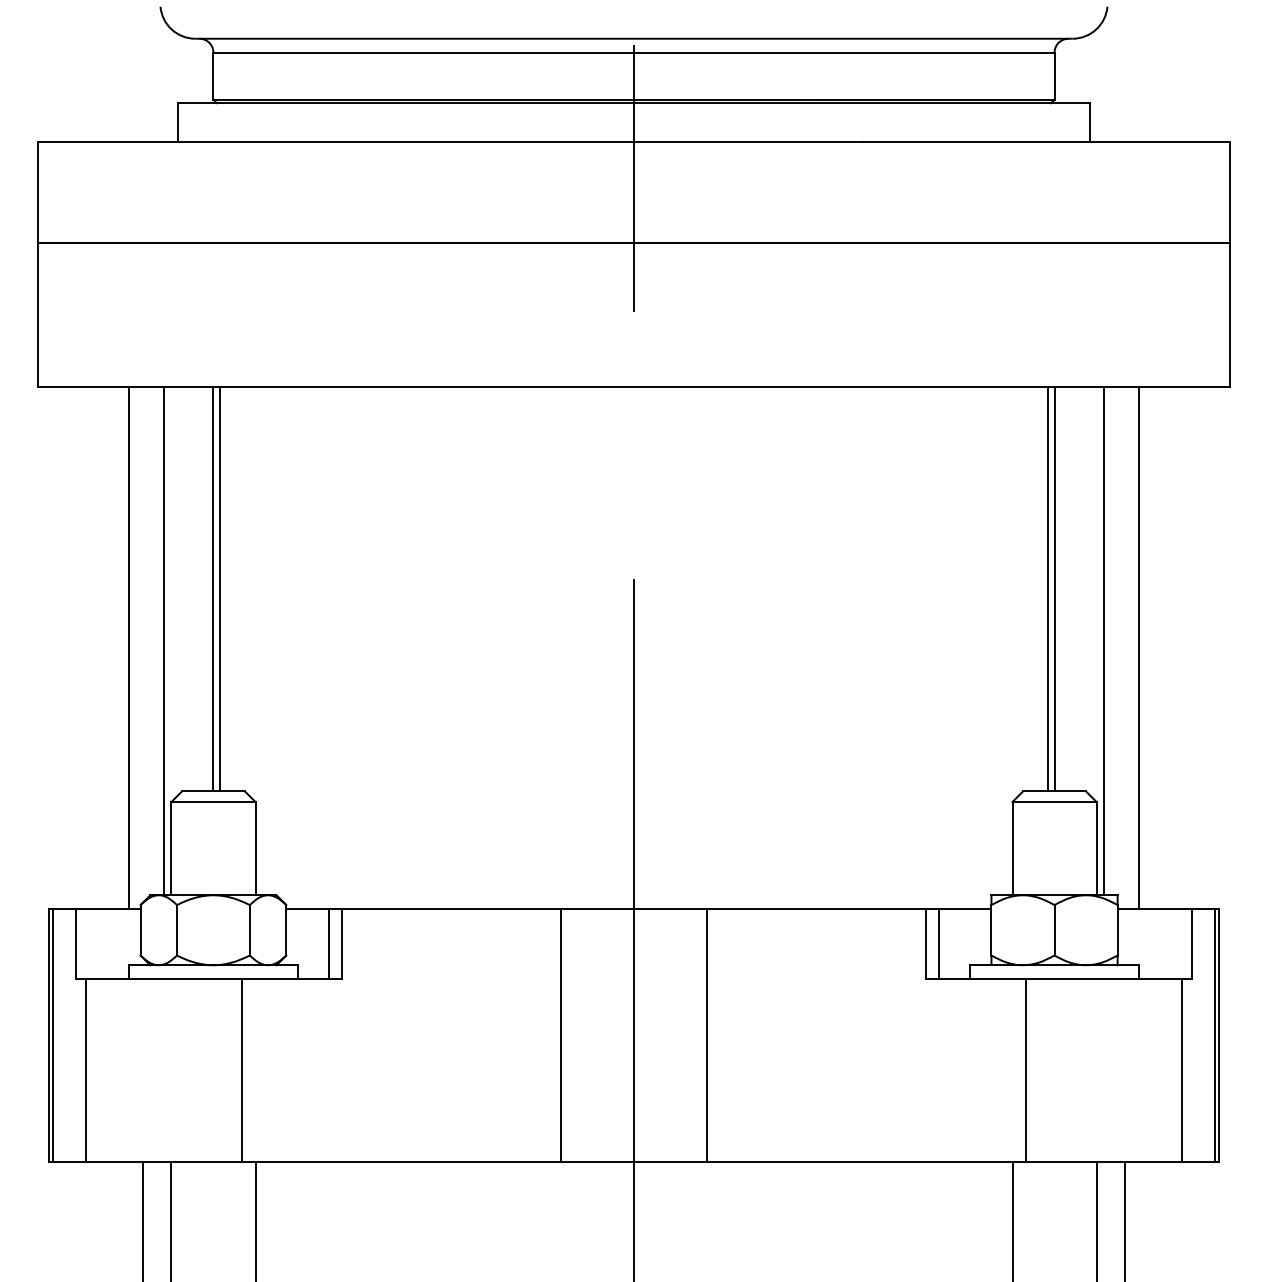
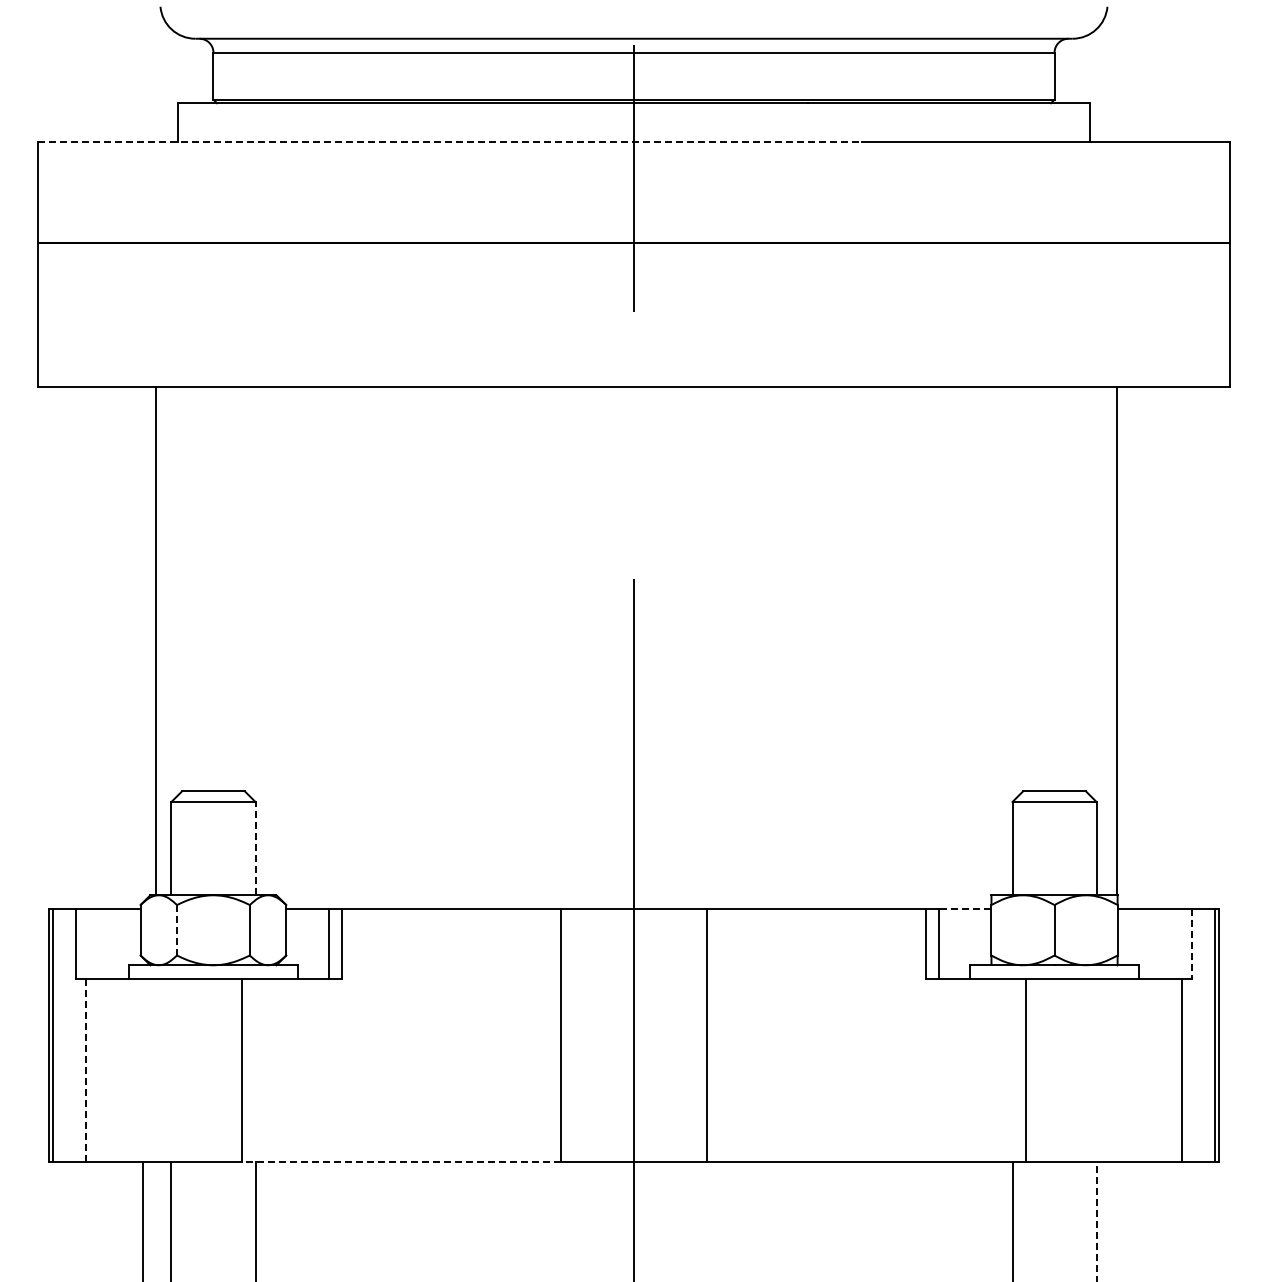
line at (450, 141): solid -> dashed
line at (213, 589): present -> none
line at (220, 589): present -> none
line at (1047, 589): present -> none
line at (1054, 589): present -> none
line at (164, 641) position: (164, 641) -> (156, 641)
line at (1103, 641) position: (1103, 641) -> (1116, 641)
line at (129, 648): present -> none
line at (1138, 648): present -> none
line at (255, 848): solid -> dashed
line at (964, 909): solid -> dashed
line at (177, 930): solid -> dashed
line at (1191, 944): solid -> dashed
line at (86, 1069): solid -> dashed
line at (401, 1161): solid -> dashed
line at (1124, 1219): present -> none
line at (1096, 1221): solid -> dashed
